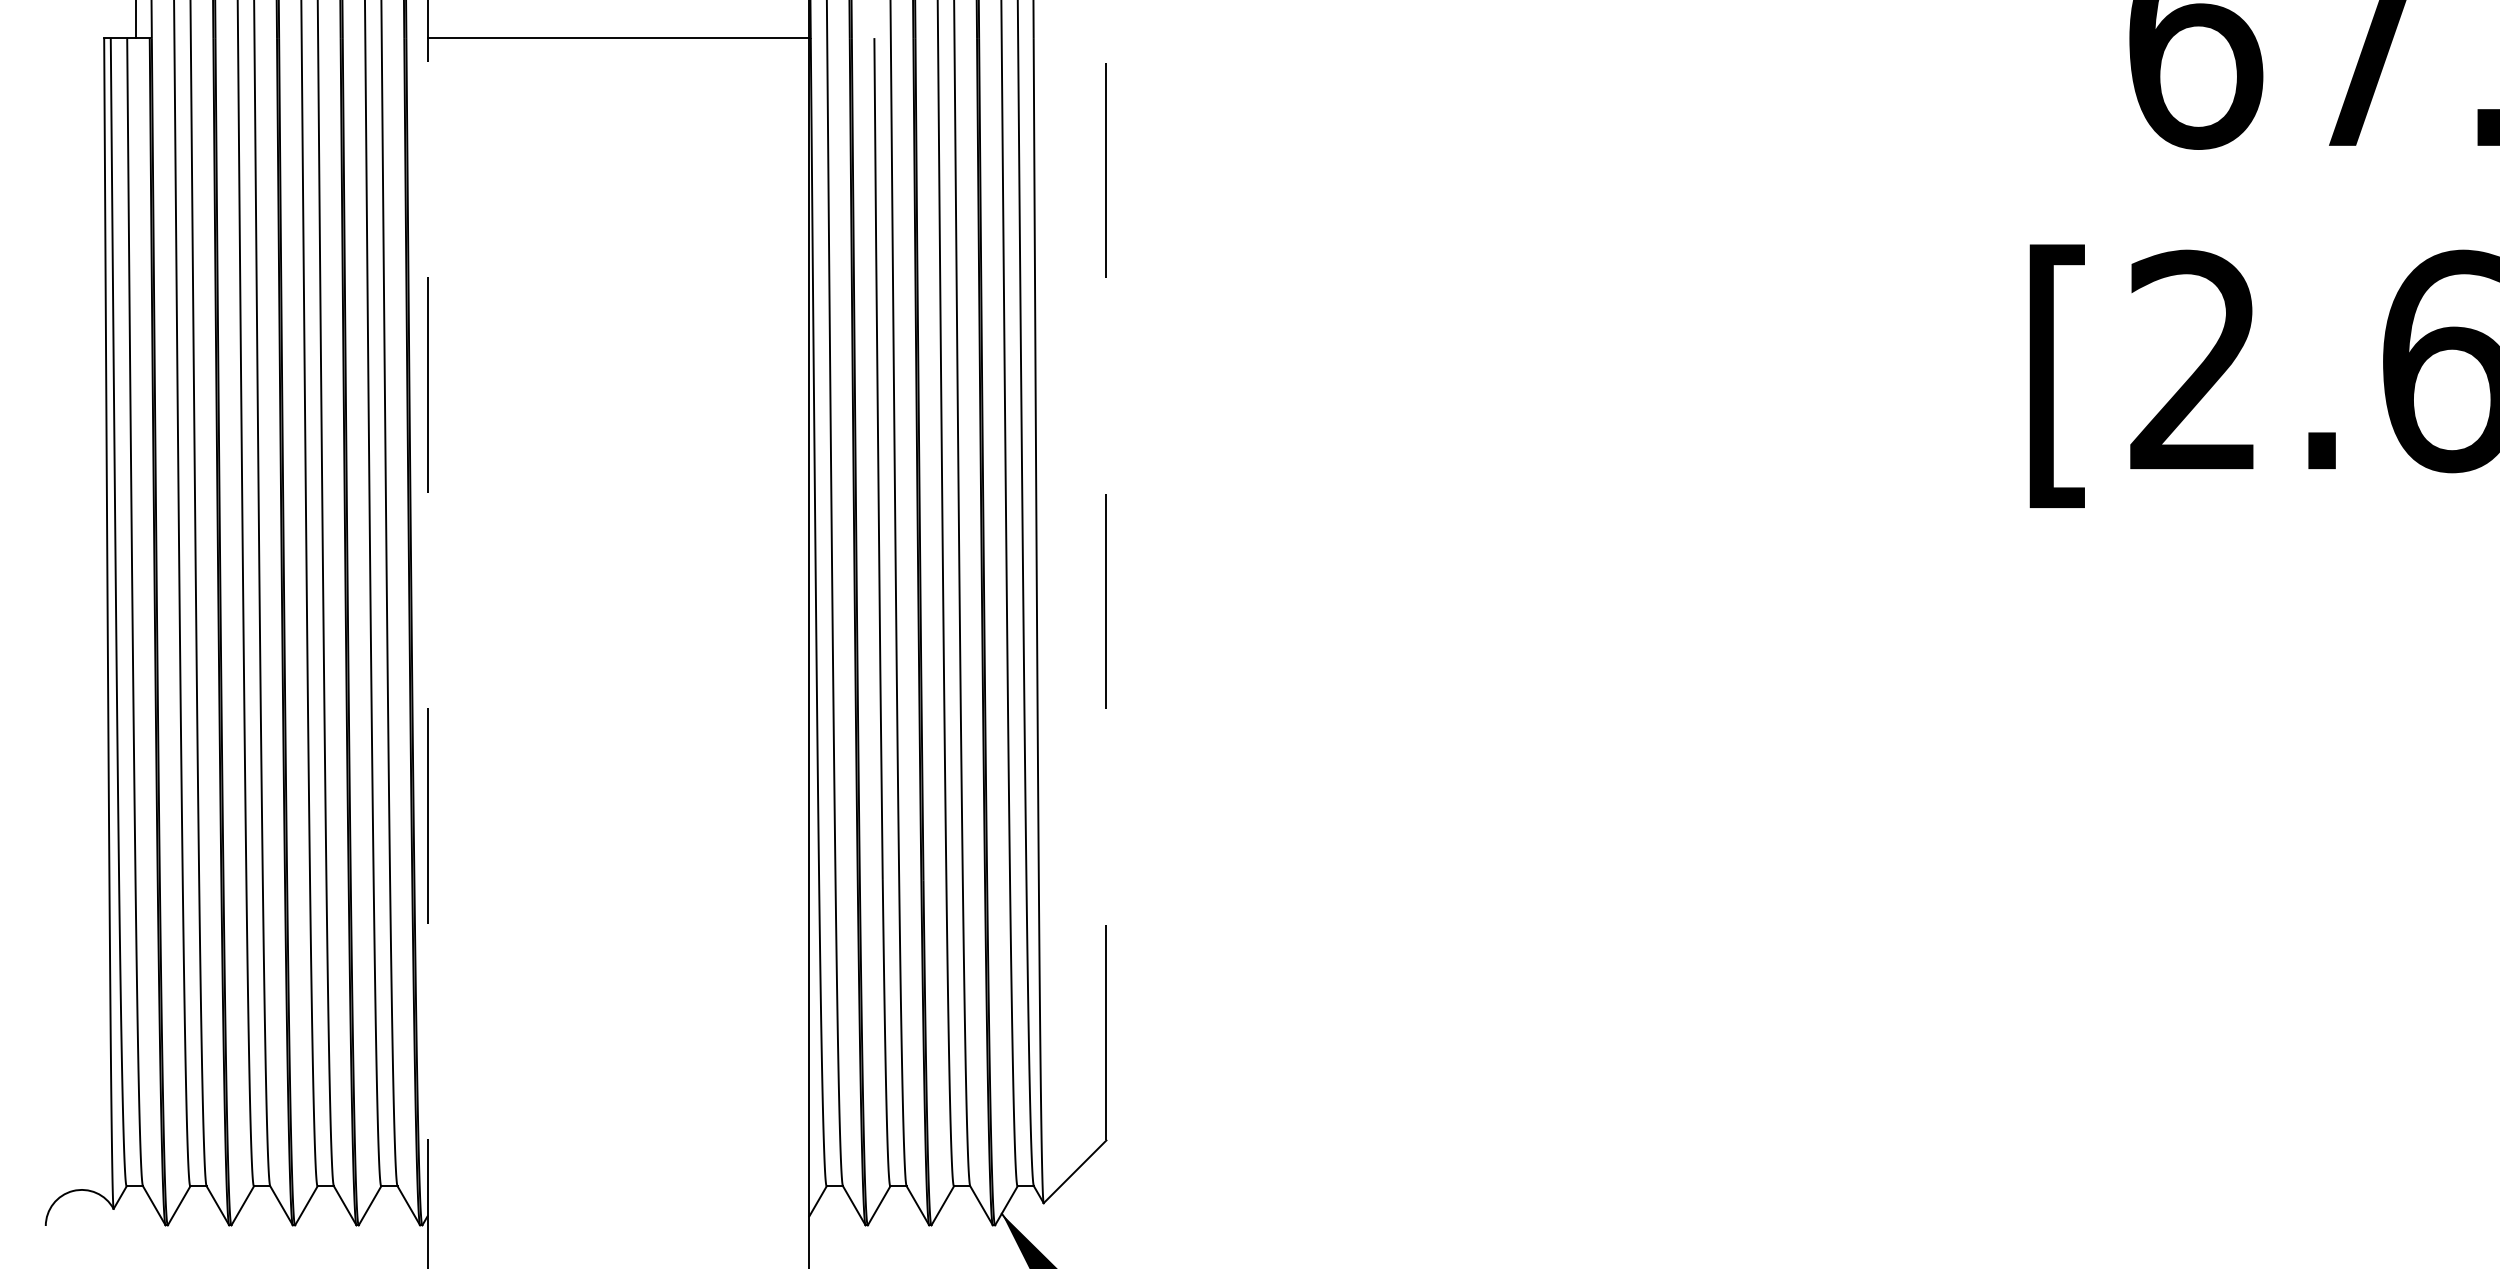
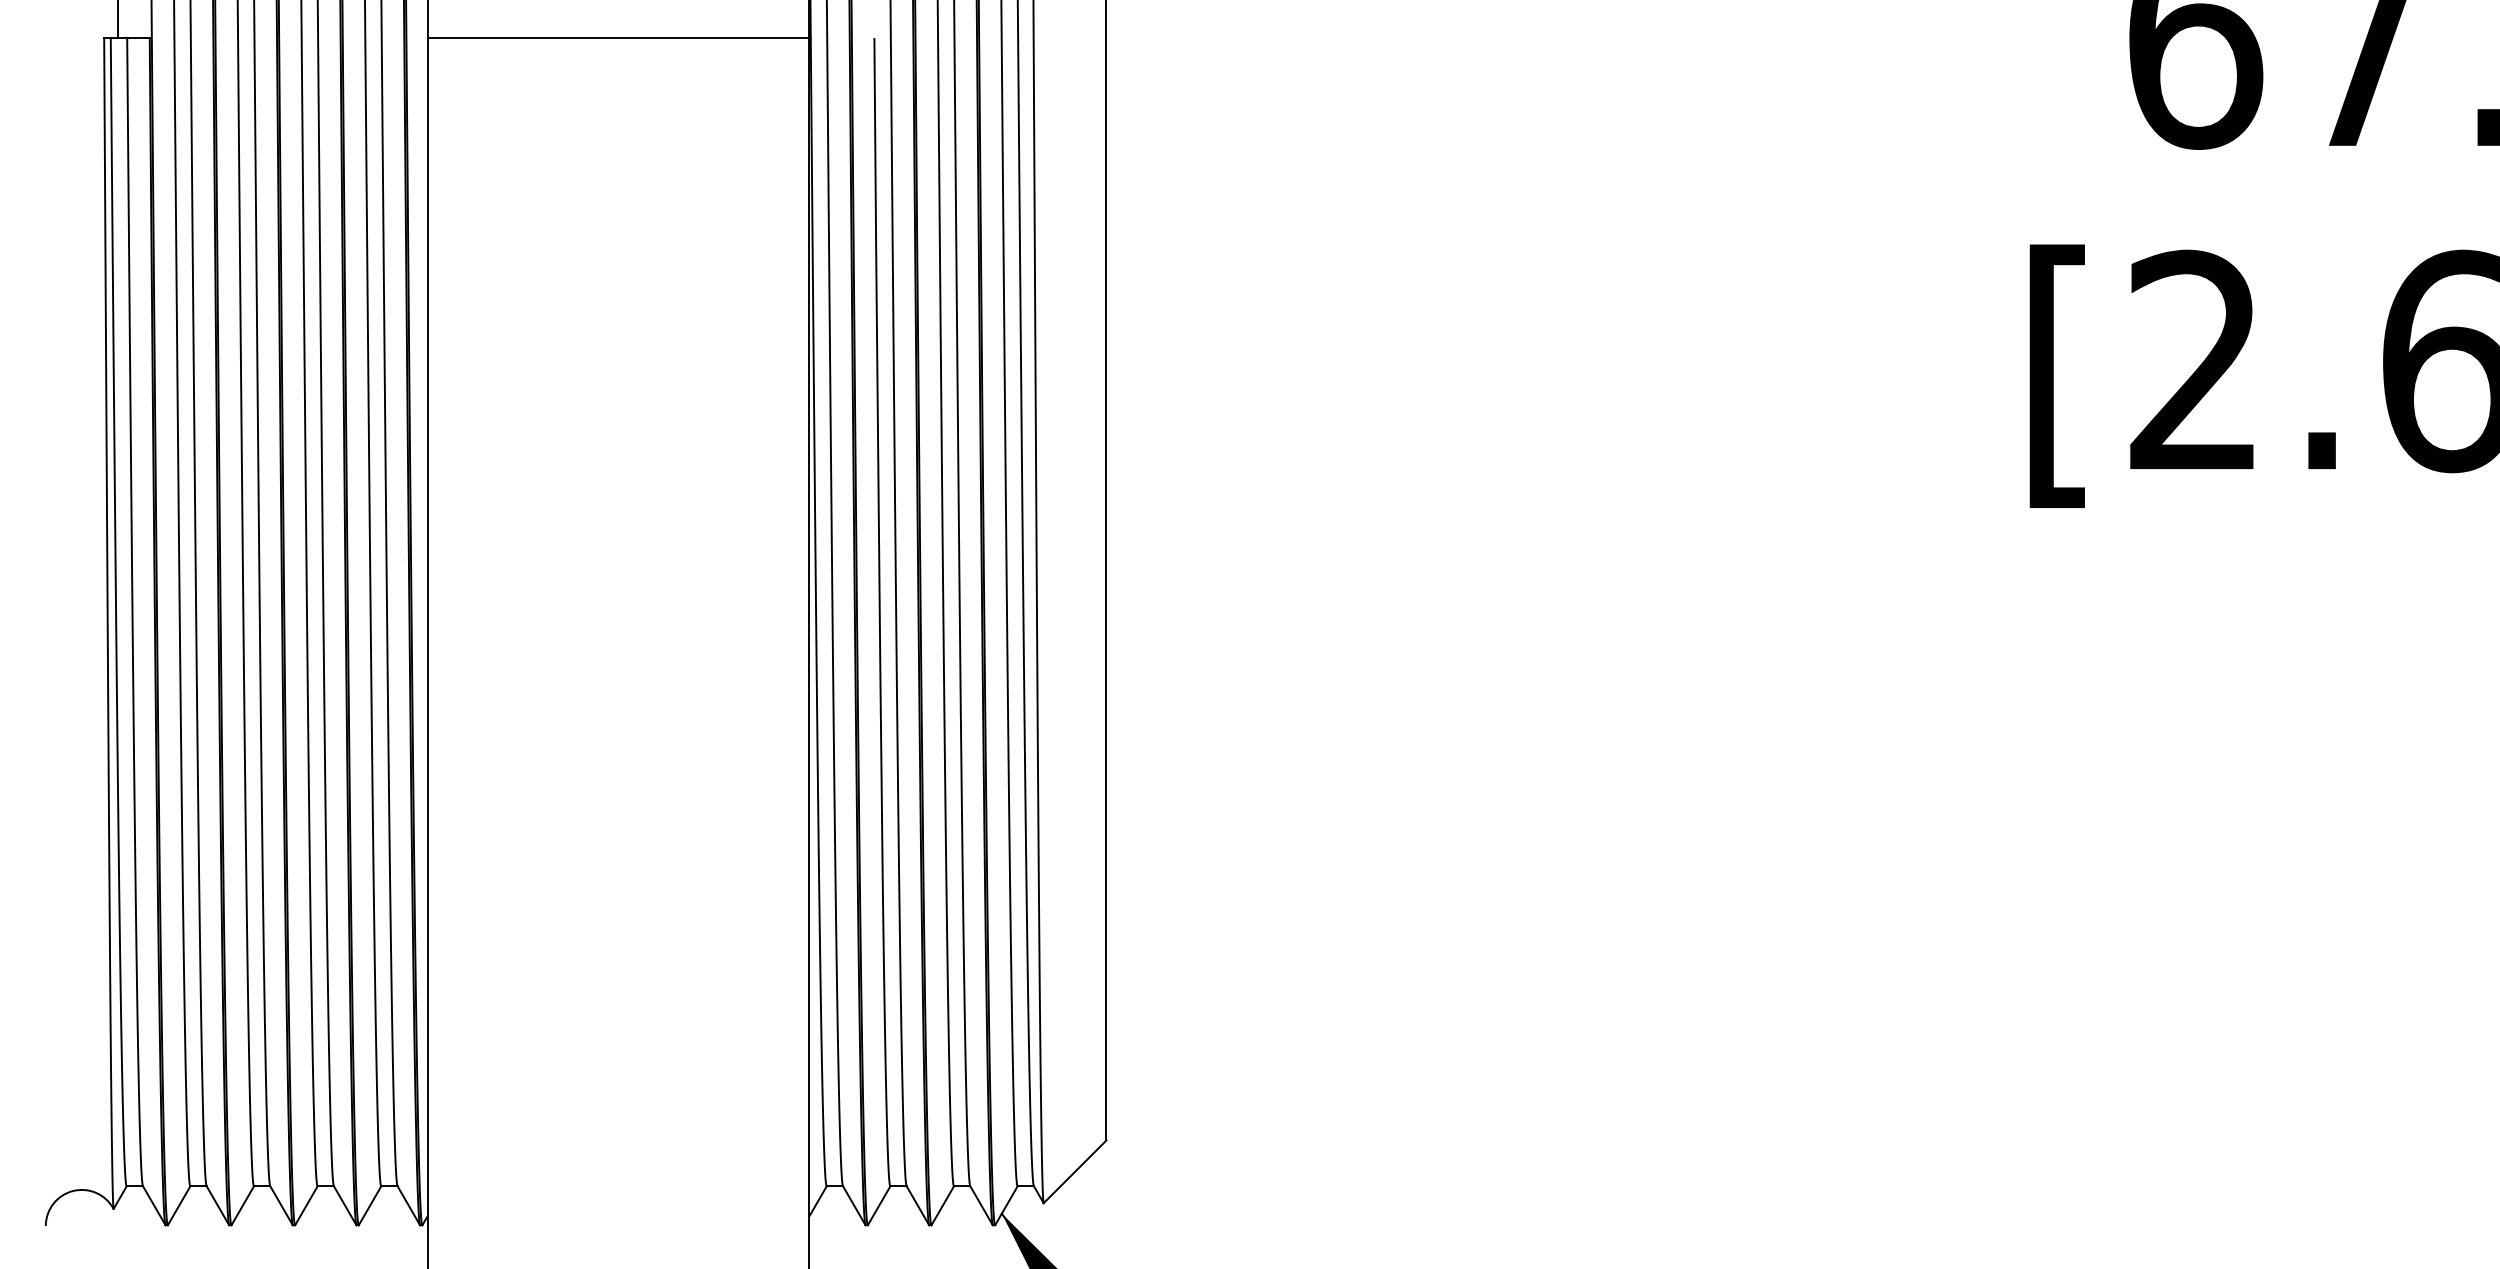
line at (135, 20) position: (135, 20) -> (117, 20)
line at (1106, 570): dashed -> solid
line at (427, 635): dashed -> solid
